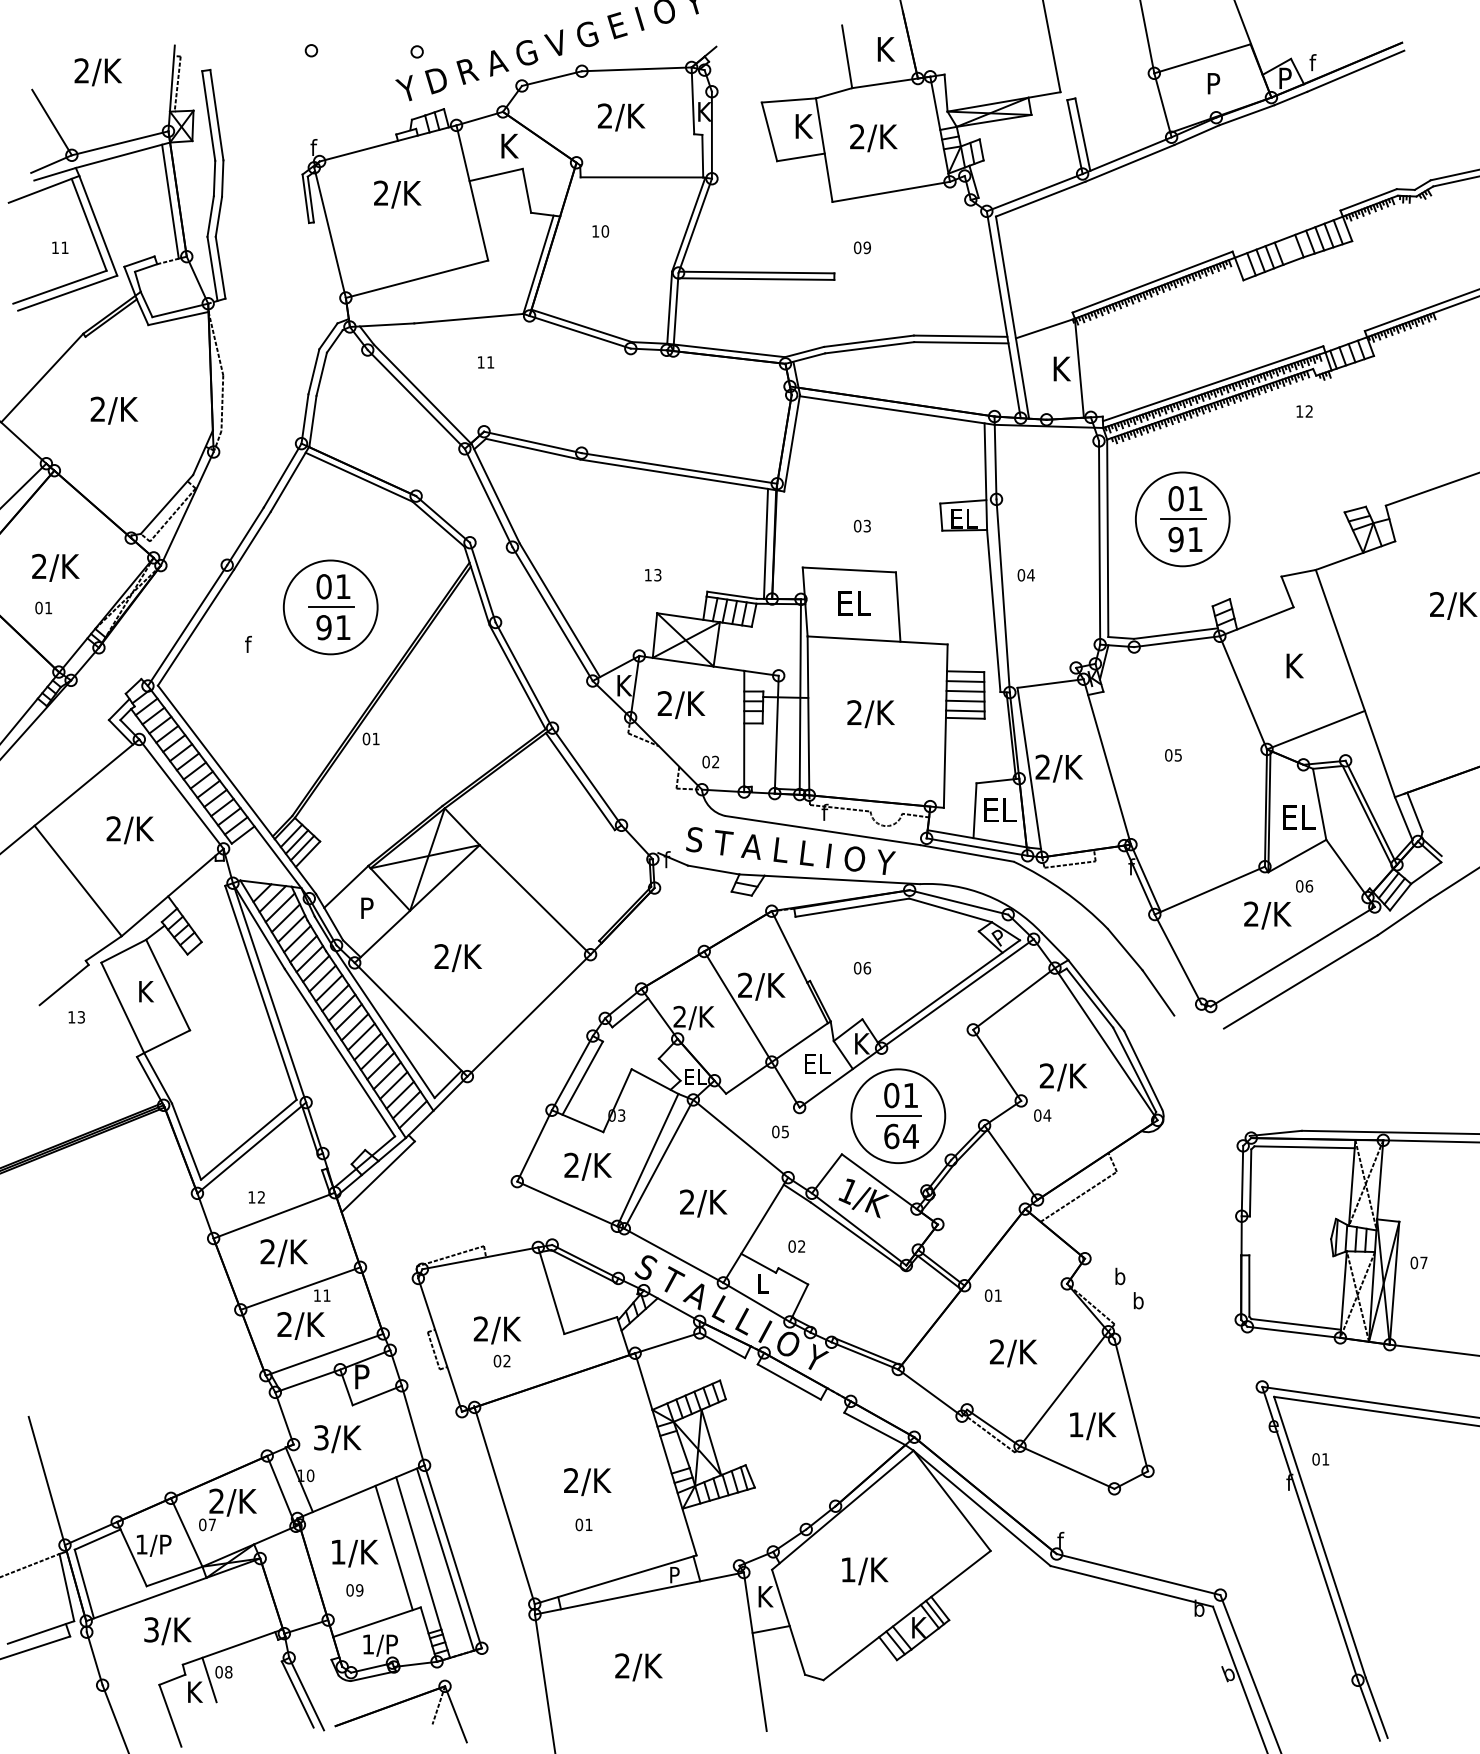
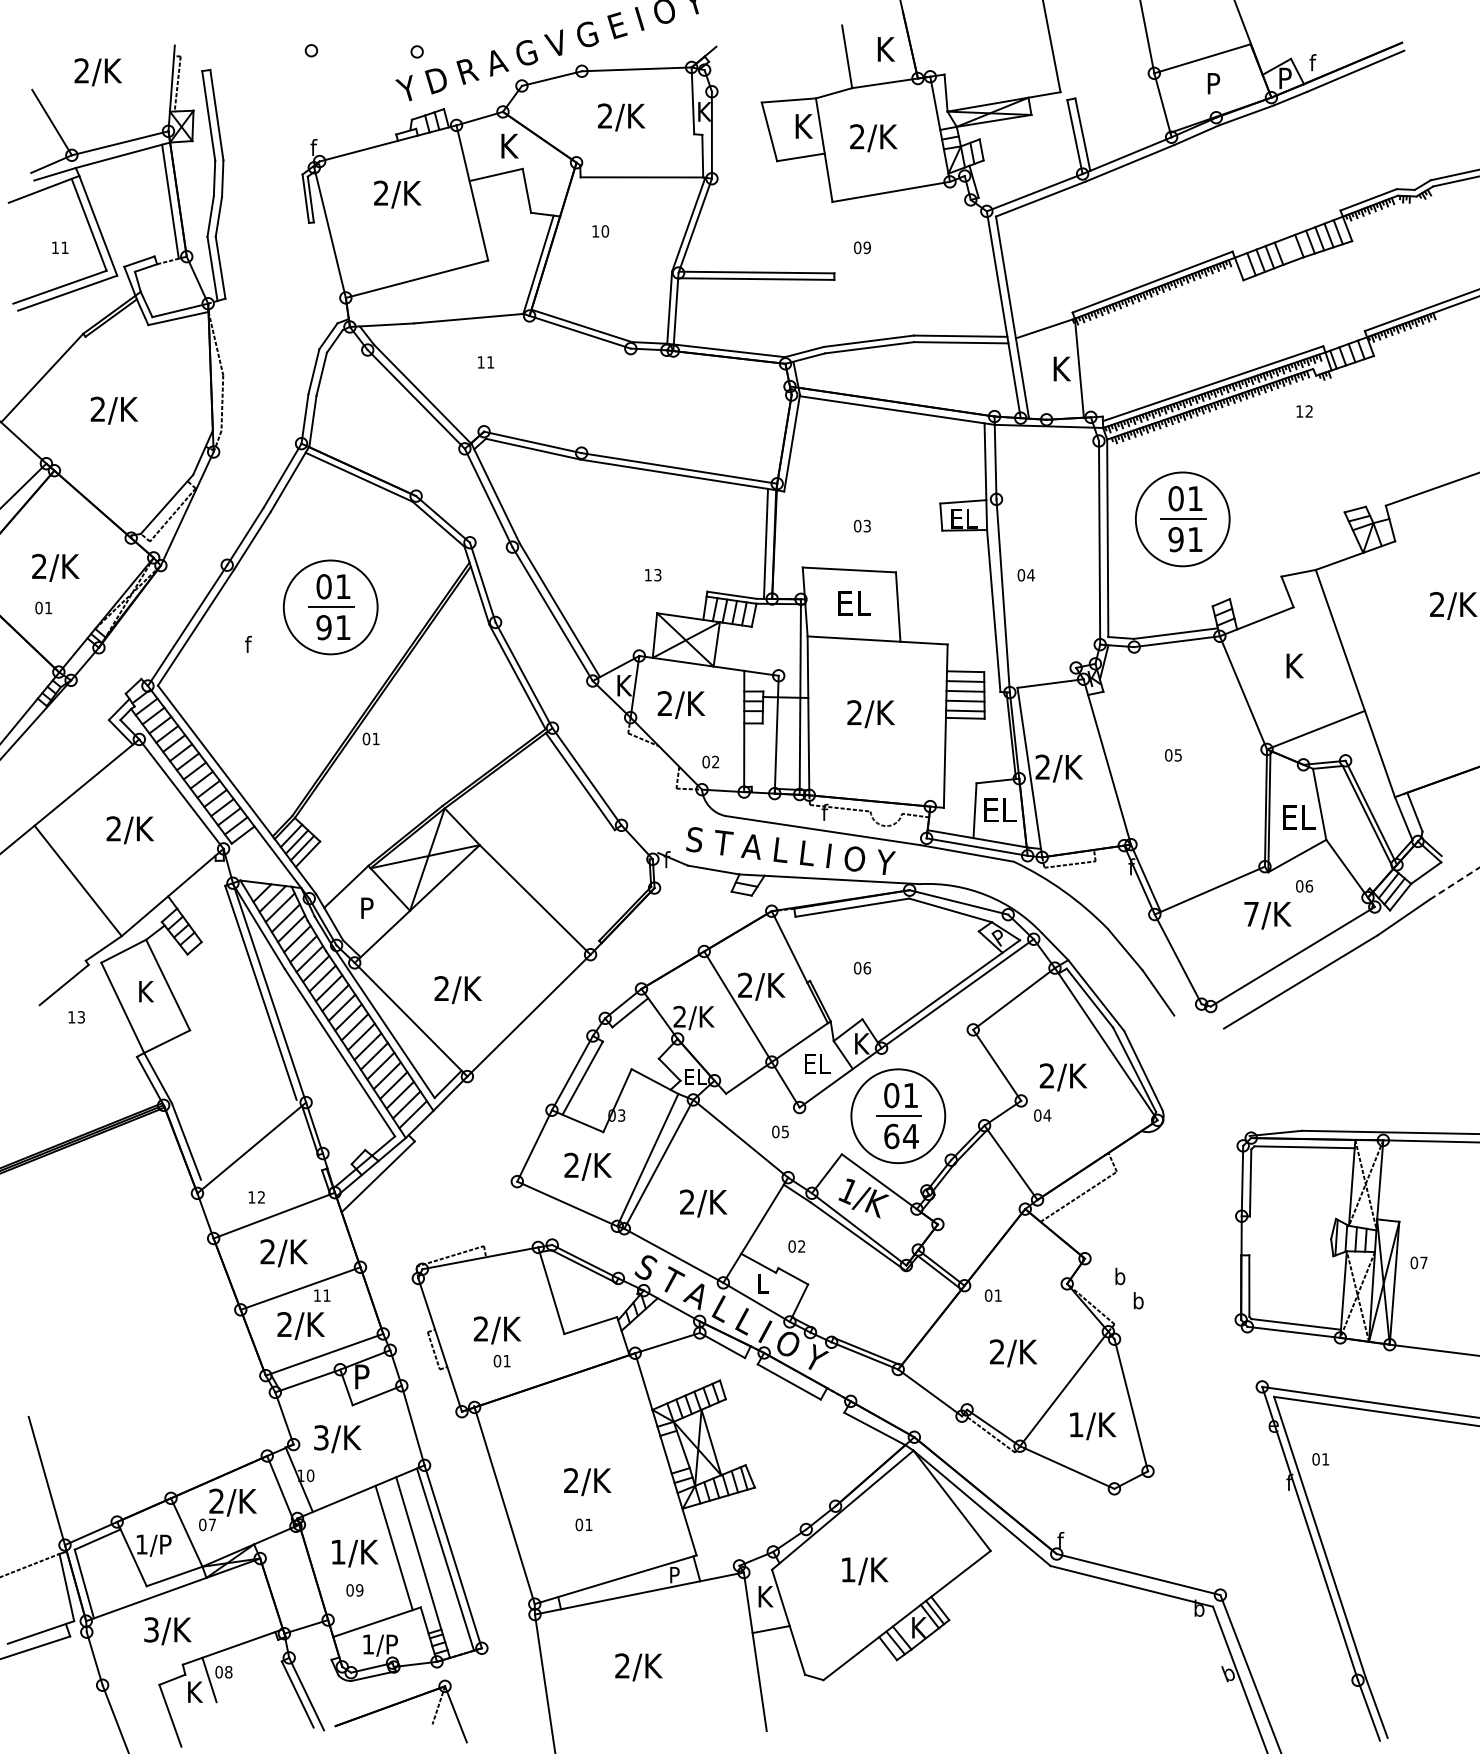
line at (1454, 883): solid -> dashed
text at (1251, 913): 2/K -> 7/K
text at (457, 958) position: (457, 958) -> (457, 990)
line at (248, 1139): present -> none
text at (506, 1360): 02 -> 01
